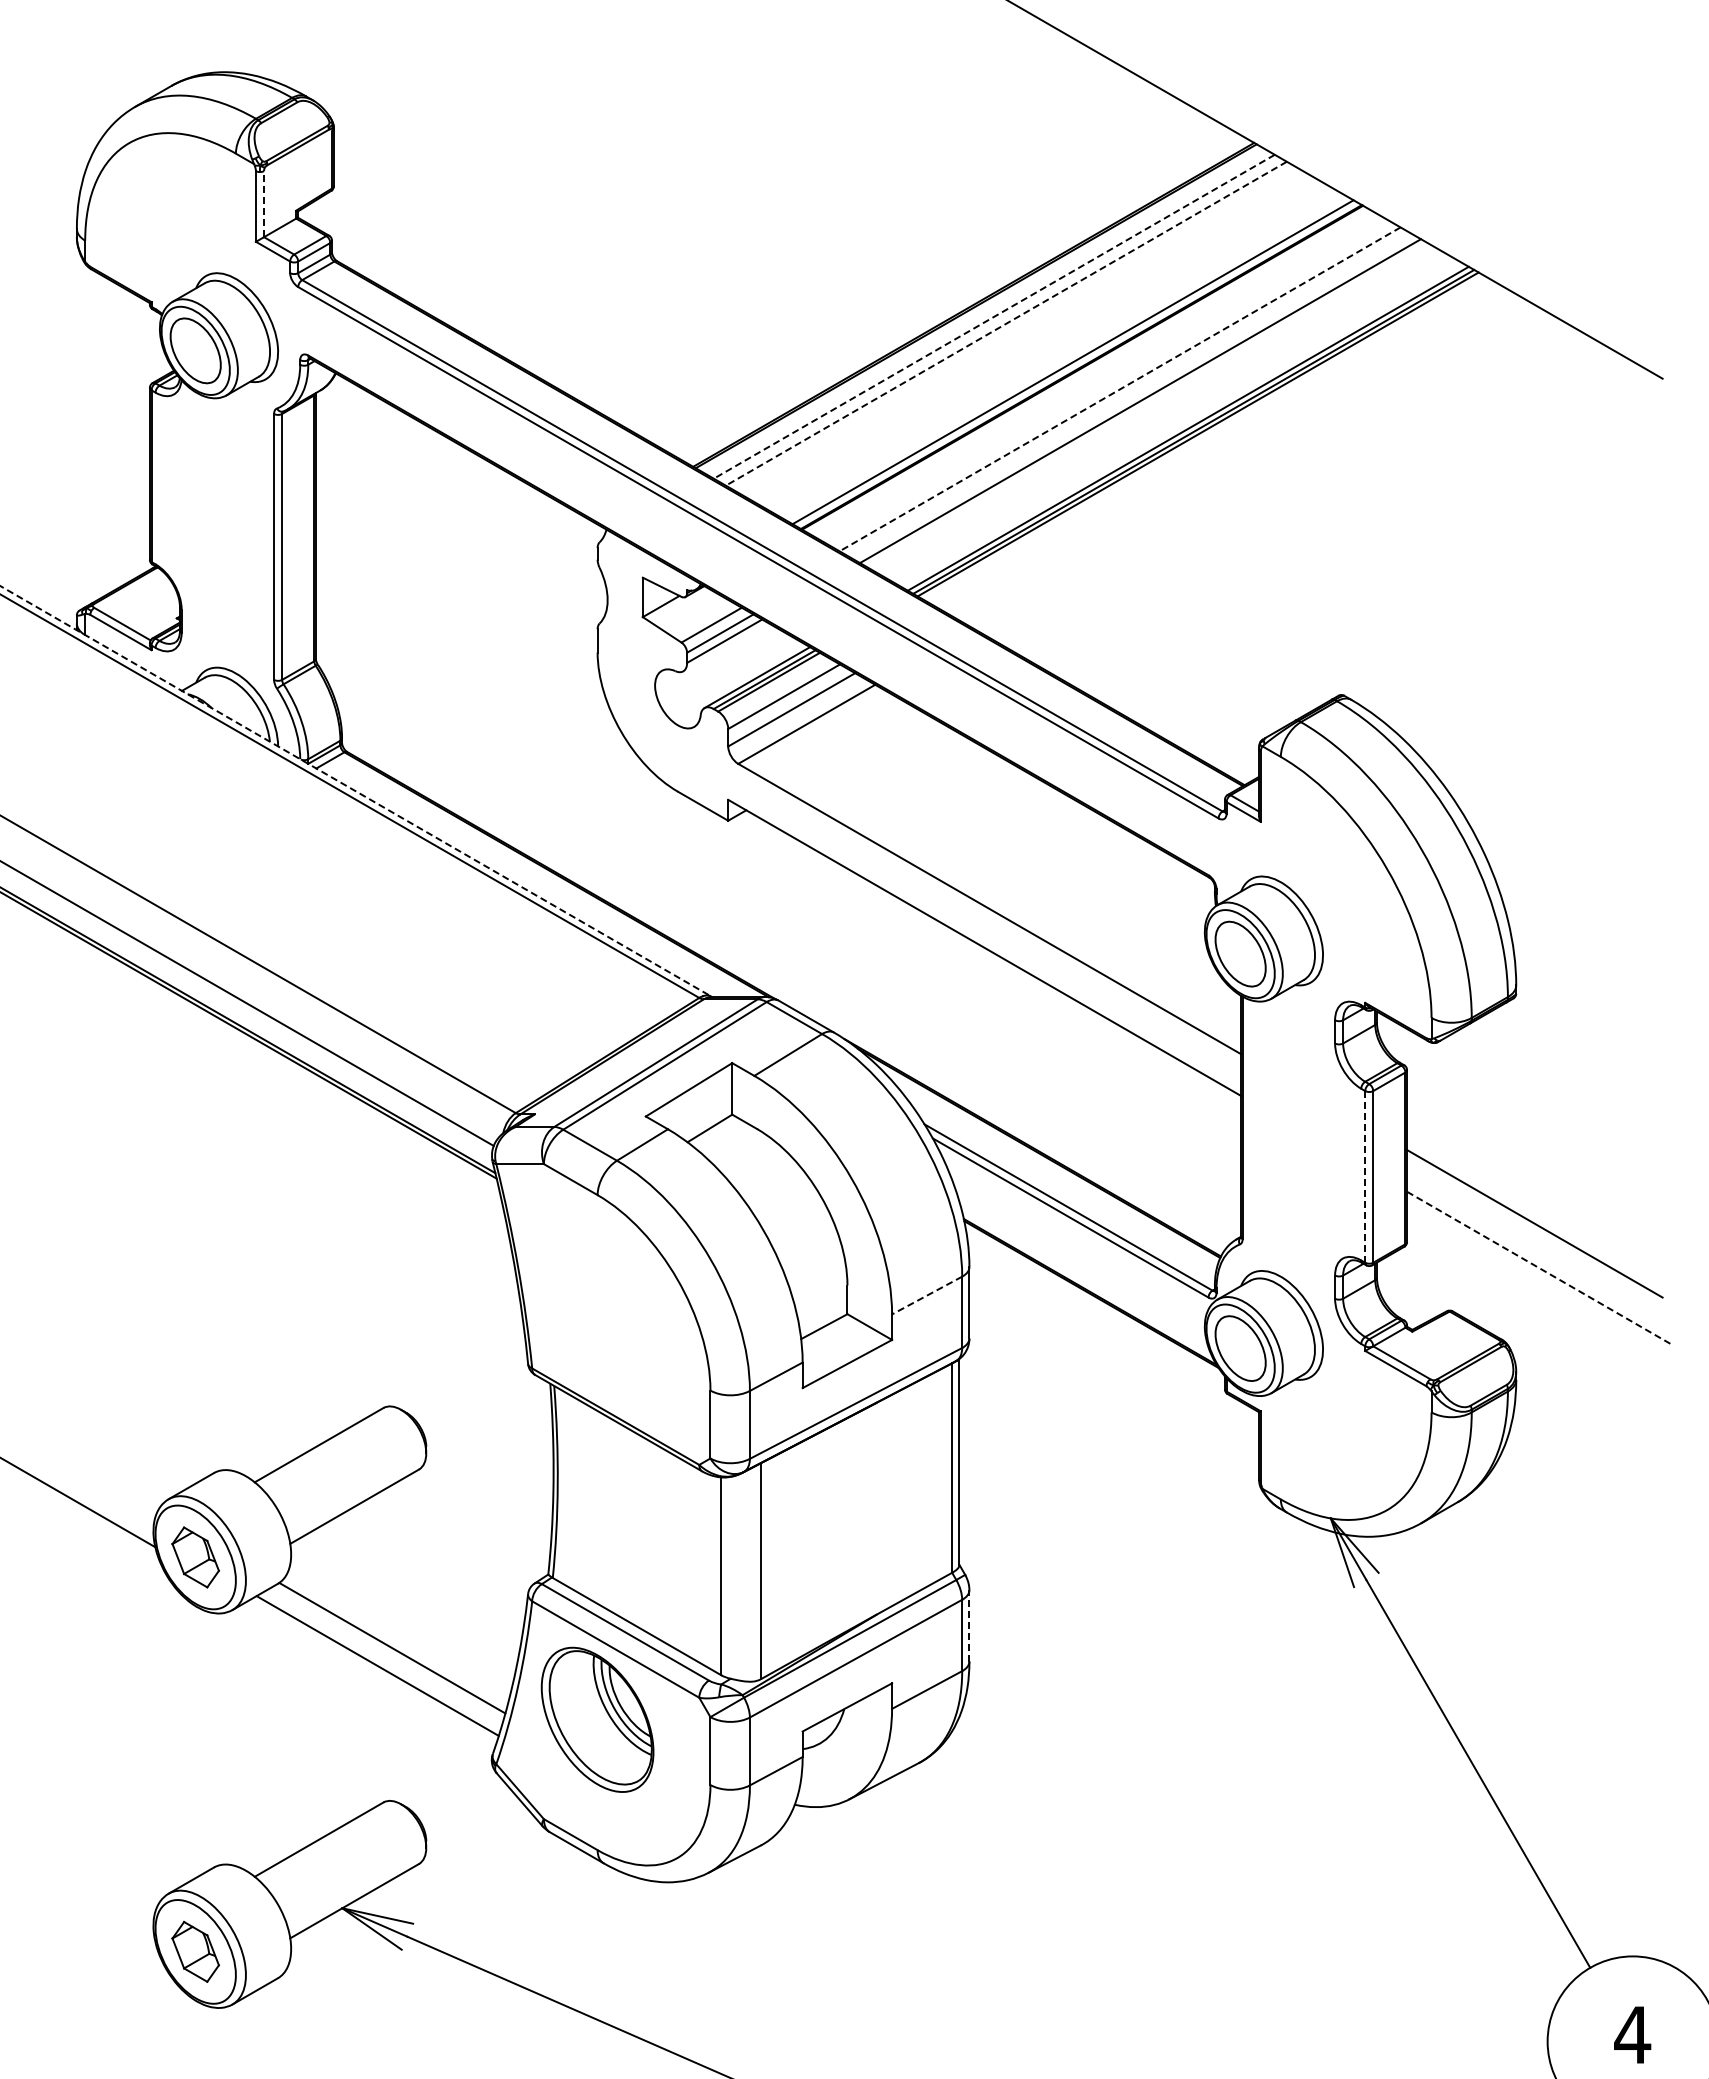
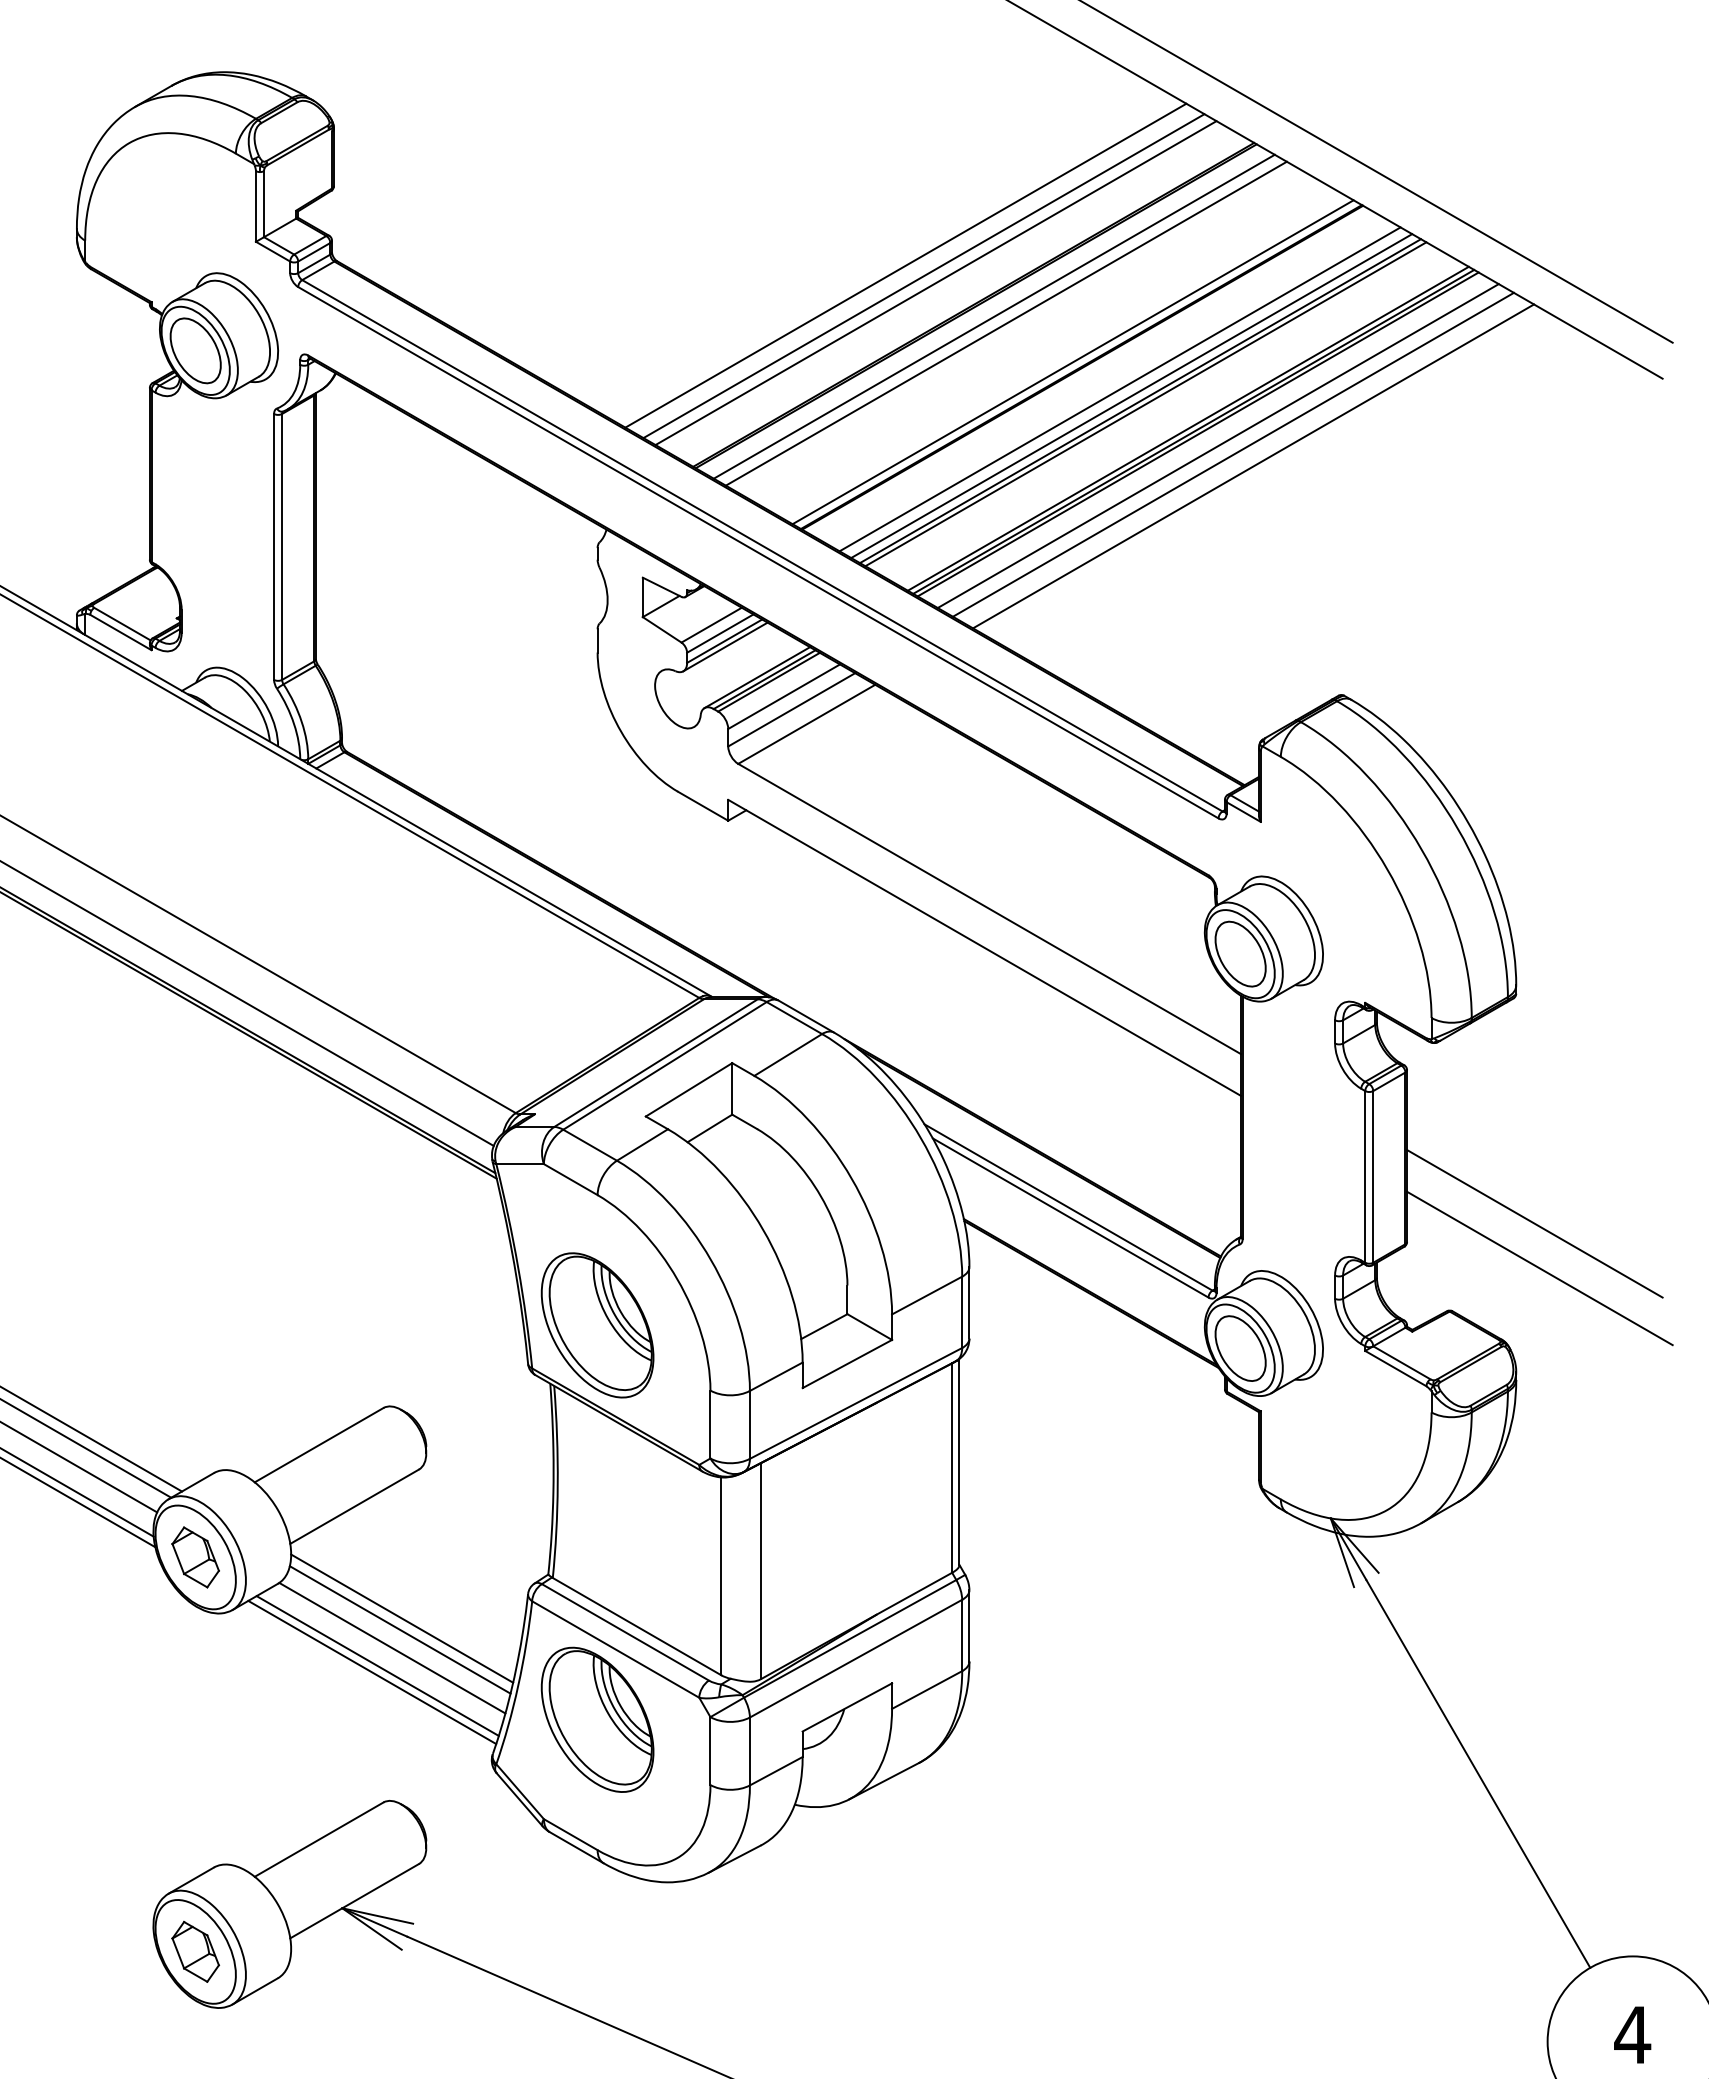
line at (1377, 172): none -> present
line at (264, 203): dashed -> solid
line at (905, 265): none -> present
line at (923, 276): none -> present
line at (935, 283): none -> present
line at (994, 316): dashed -> solid
line at (1006, 323): dashed -> solid
line at (1120, 389): dashed -> solid
line at (1131, 396): none -> present
line at (1145, 404): none -> present
line at (1217, 446): none -> present
line at (1232, 454): none -> present
line at (1253, 466): none -> present
line at (725, 646): none -> present
line at (356, 791): dashed -> solid
line at (1365, 1176): dashed -> solid
line at (1540, 1268): dashed -> solid
line at (927, 1295): dashed -> solid
part at (597, 1325): none -> present
line at (92, 1439): none -> present
line at (86, 1448): none -> present
line at (79, 1467): none -> present
line at (77, 1492): none -> present
line at (402, 1618): none -> present
line at (969, 1625): dashed -> solid
line at (399, 1629): none -> present
line at (372, 1672): none -> present
